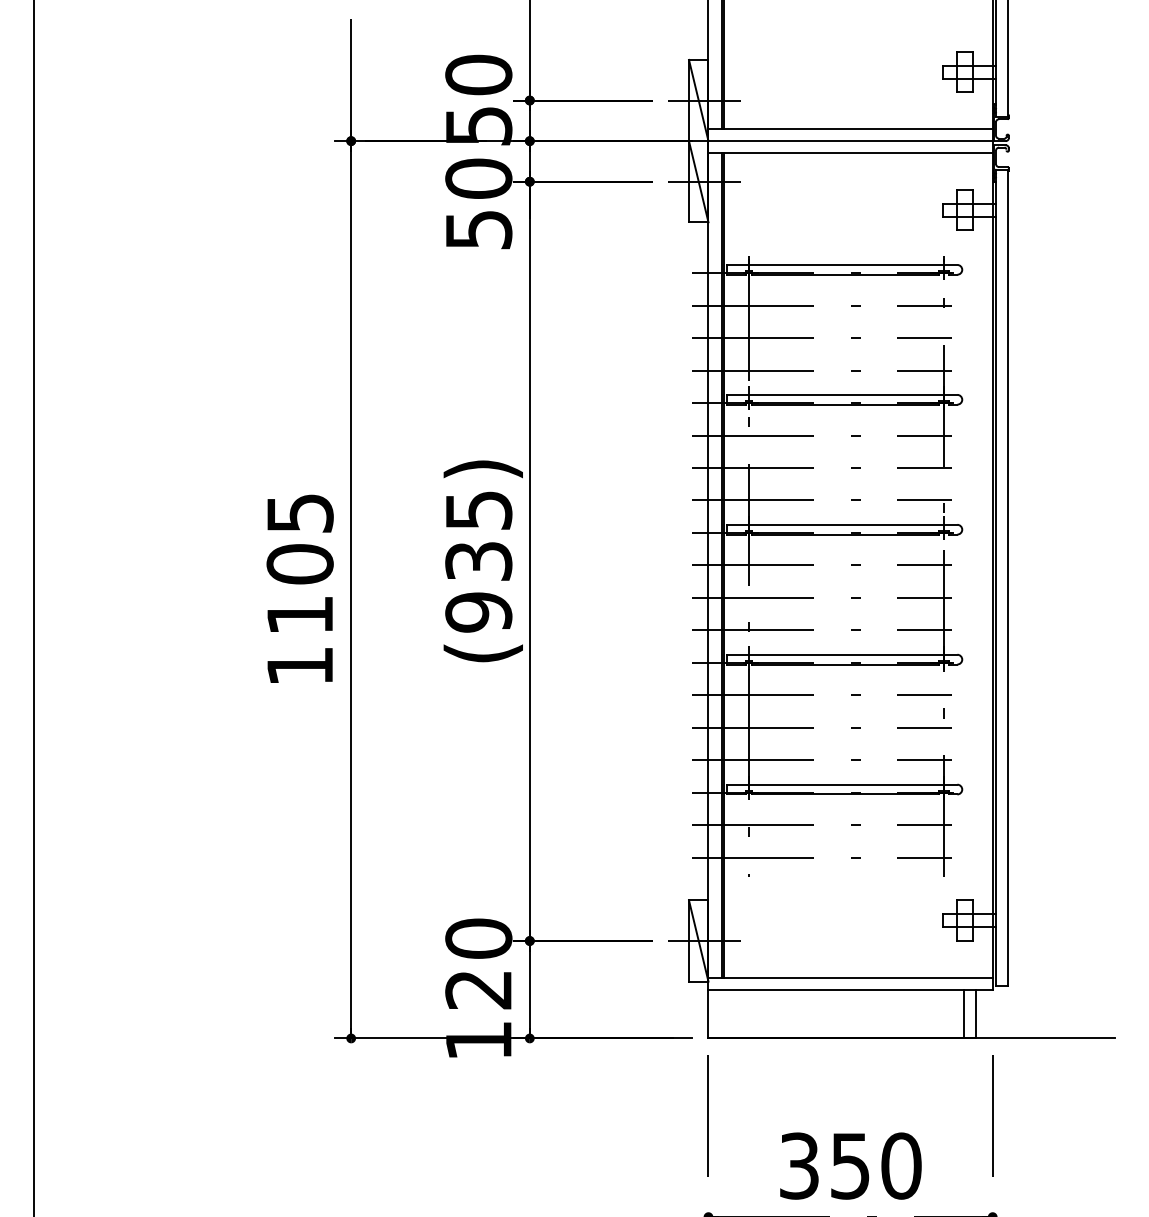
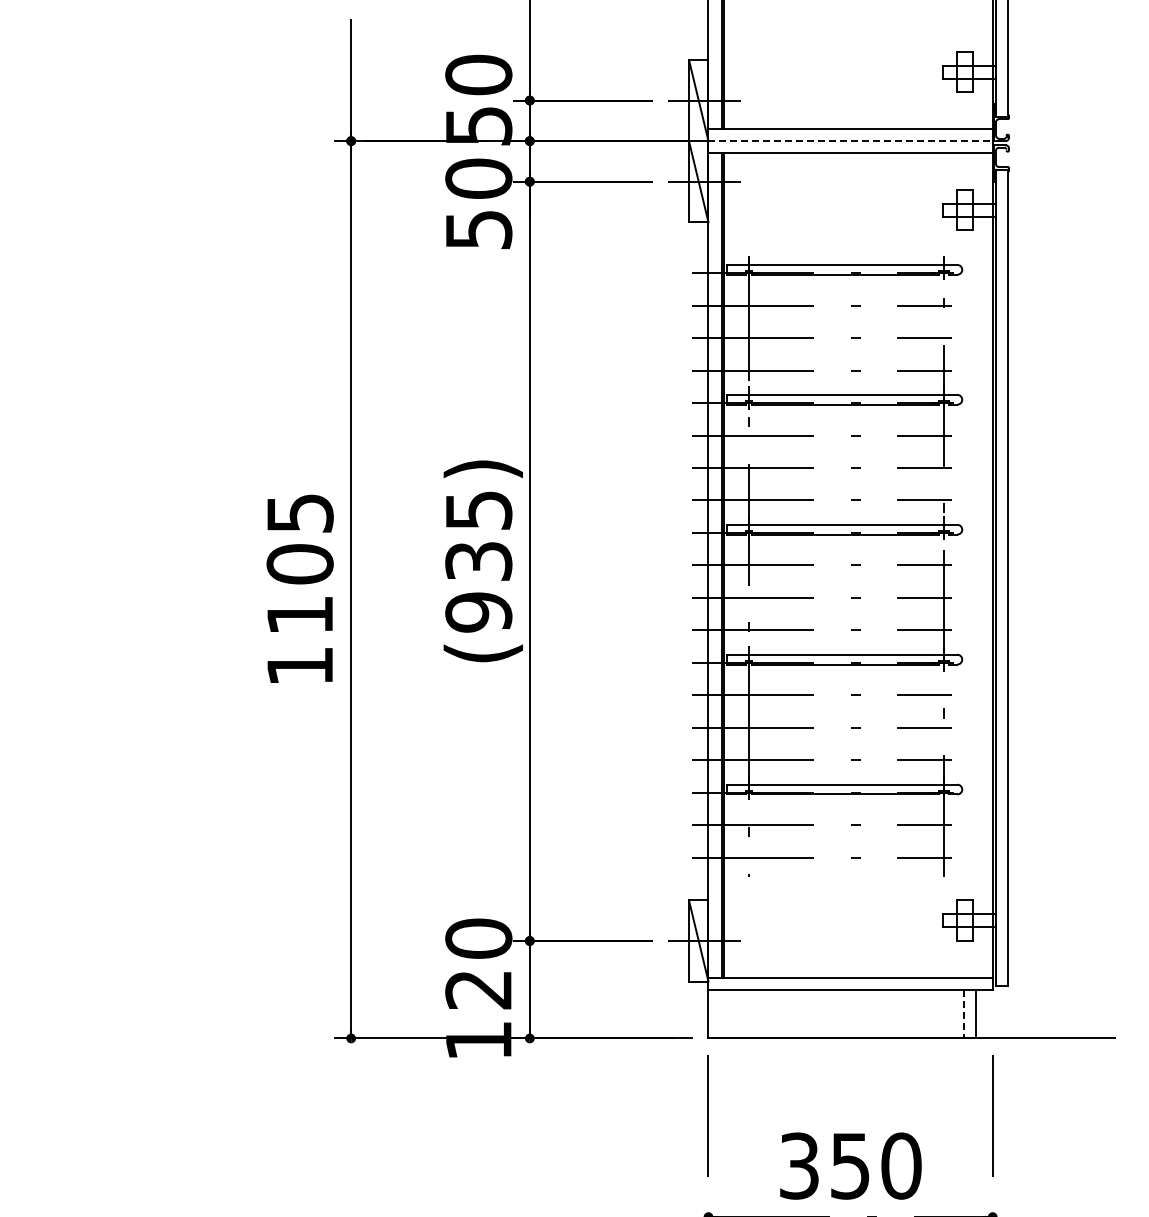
line at (851, 141): solid -> dashed
line at (34, 607): present -> none
line at (964, 1014): solid -> dashed
